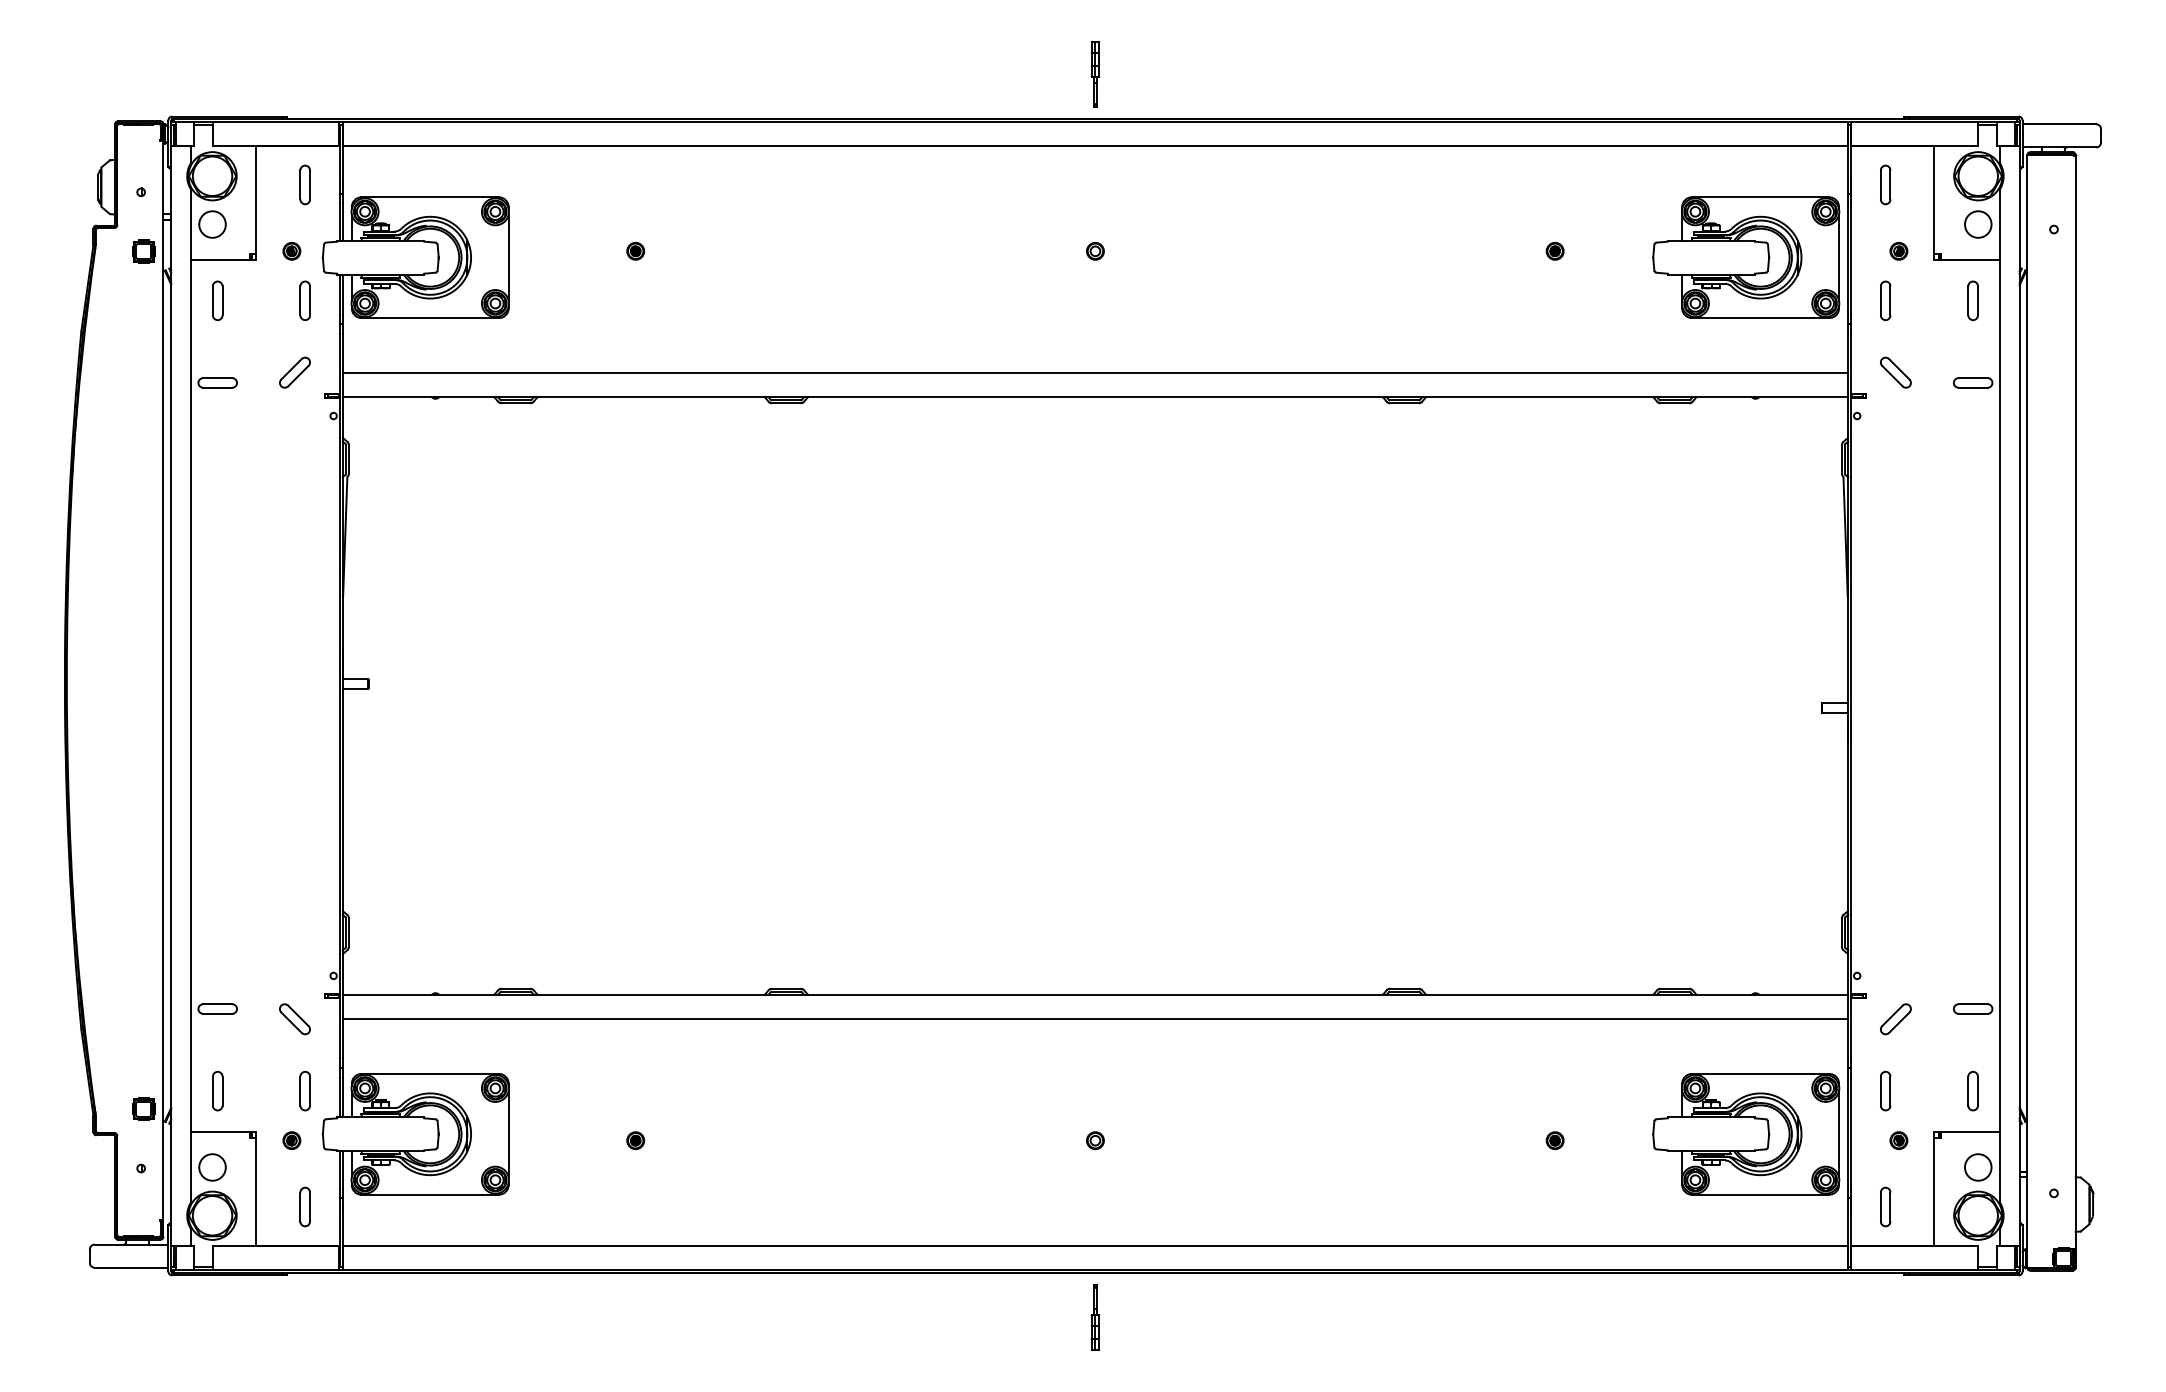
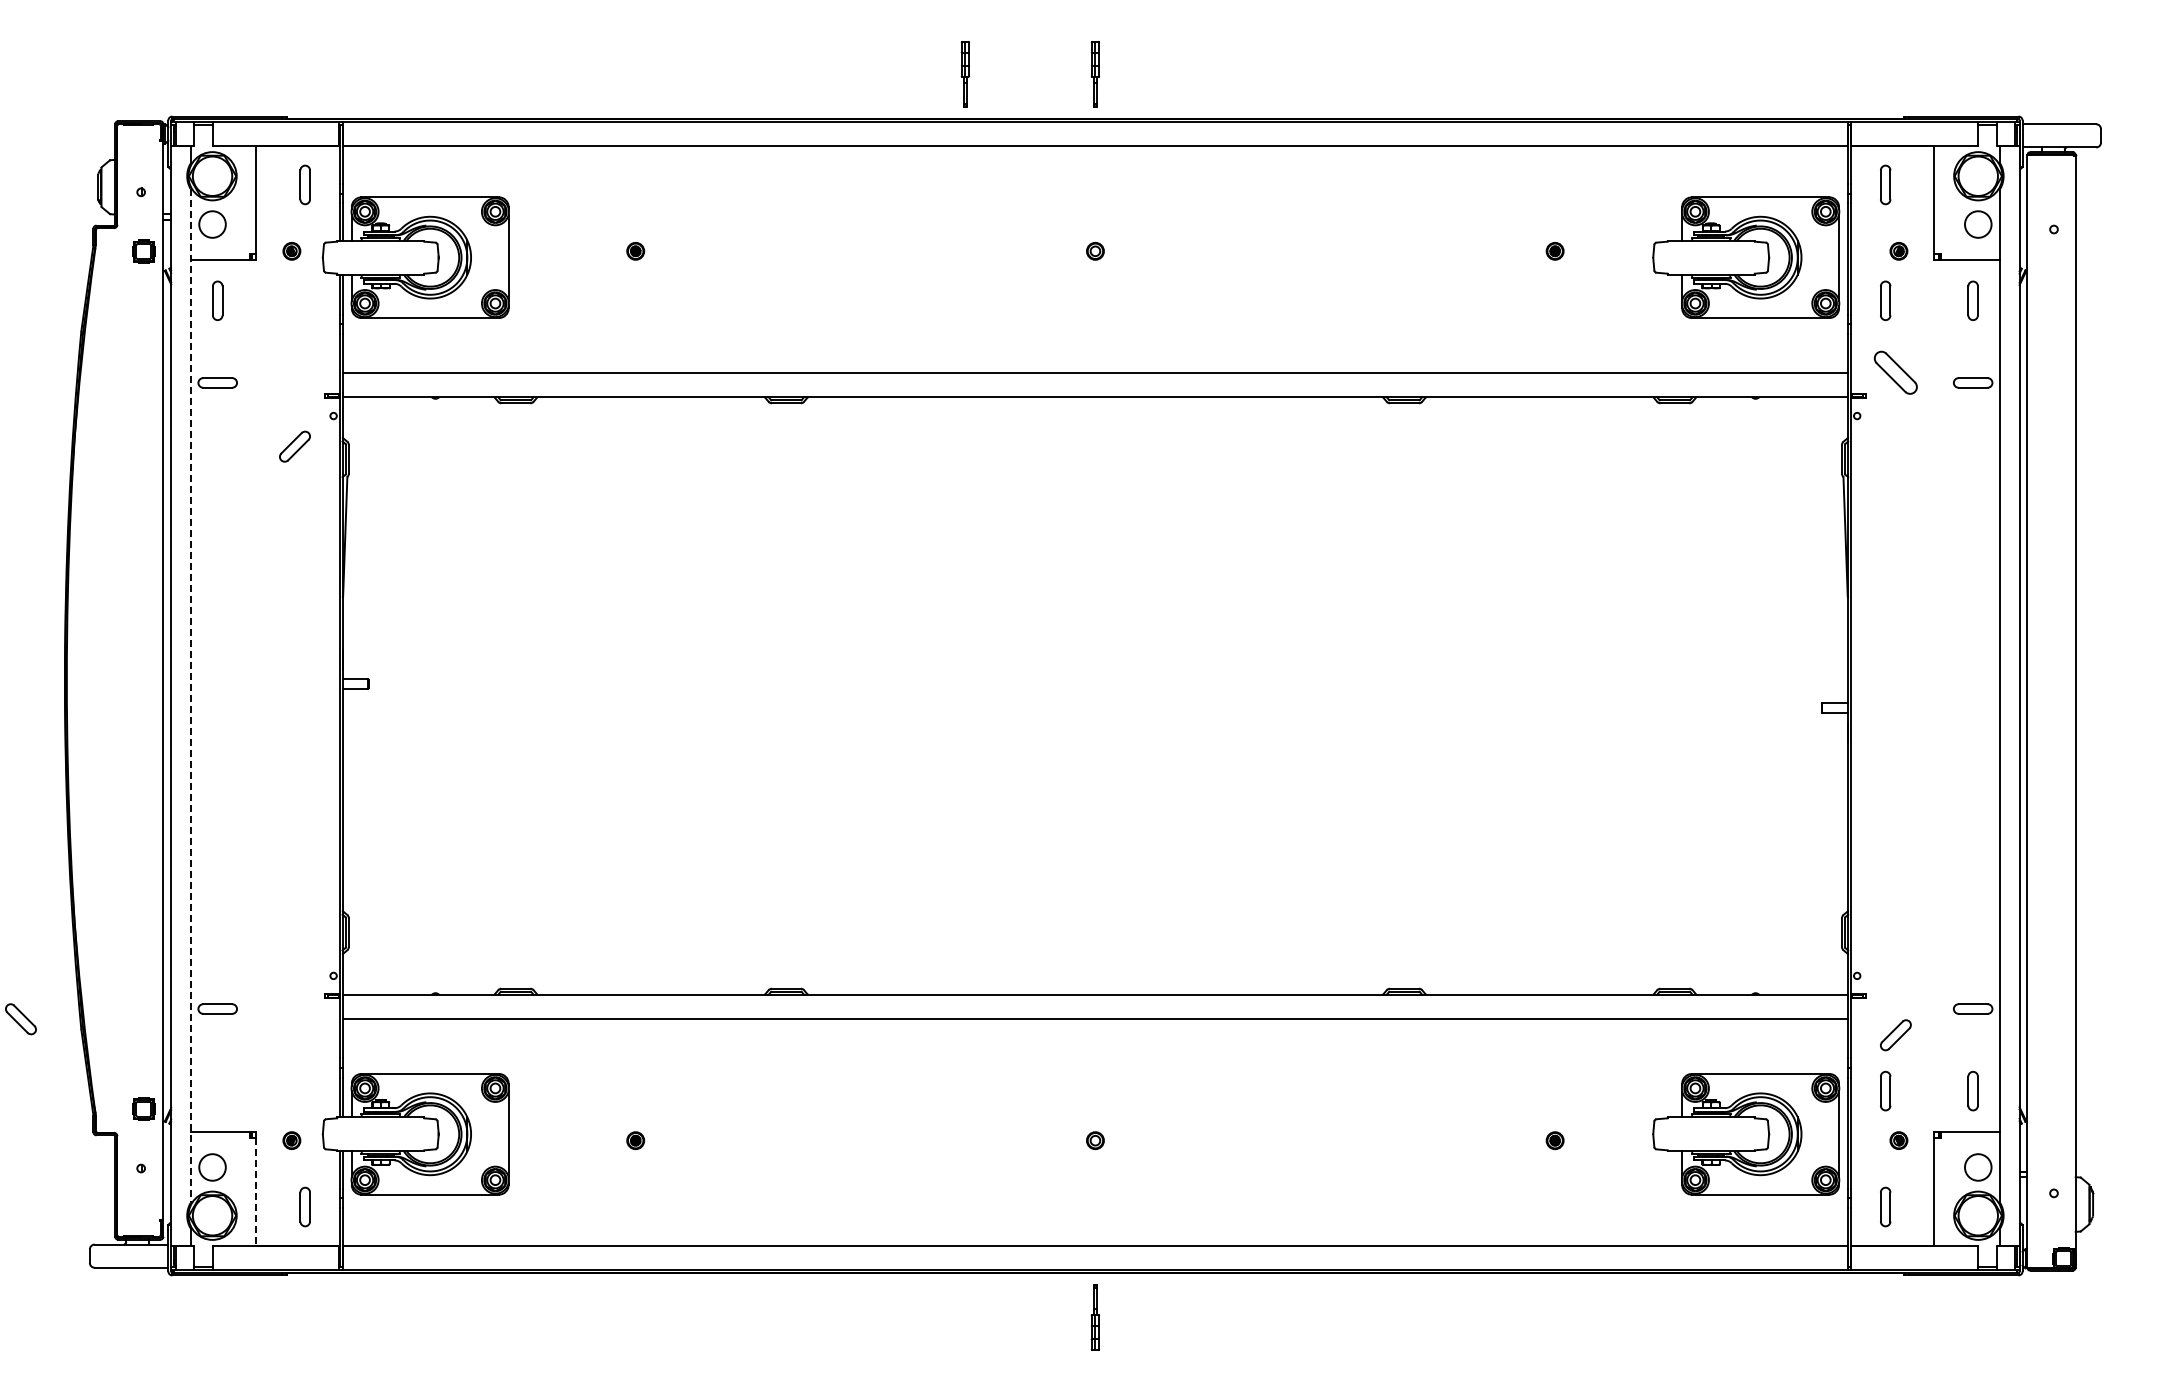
part at (964, 74): none -> present
part at (304, 300): present -> none
part at (294, 372) position: (294, 372) -> (294, 446)
part at (1895, 372) size: 32x33 px -> 44x45 px
line at (190, 696): solid -> dashed
part at (294, 1019) position: (294, 1019) -> (20, 1019)
part at (1895, 1019) position: (1895, 1019) -> (1895, 1035)
part at (217, 1090): present -> none
part at (304, 1091): present -> none
line at (256, 1191): solid -> dashed
